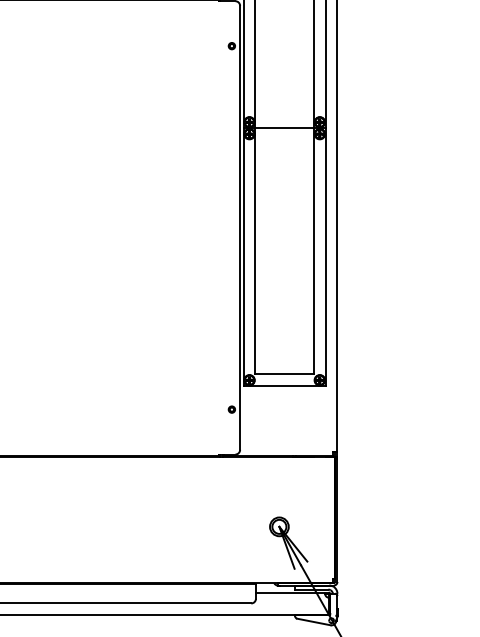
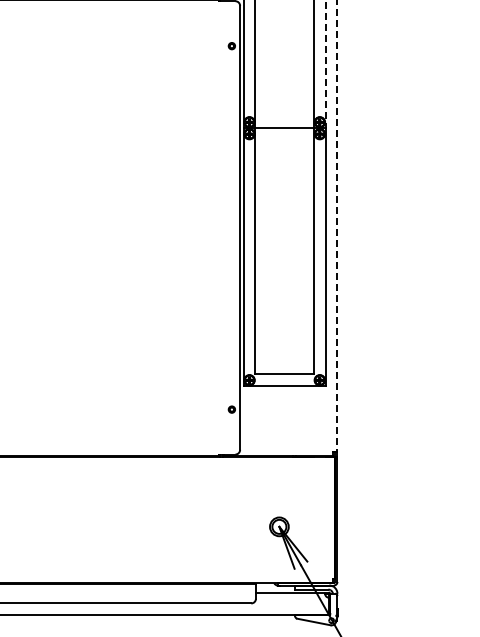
line at (325, 64): solid -> dashed
line at (337, 226): solid -> dashed
